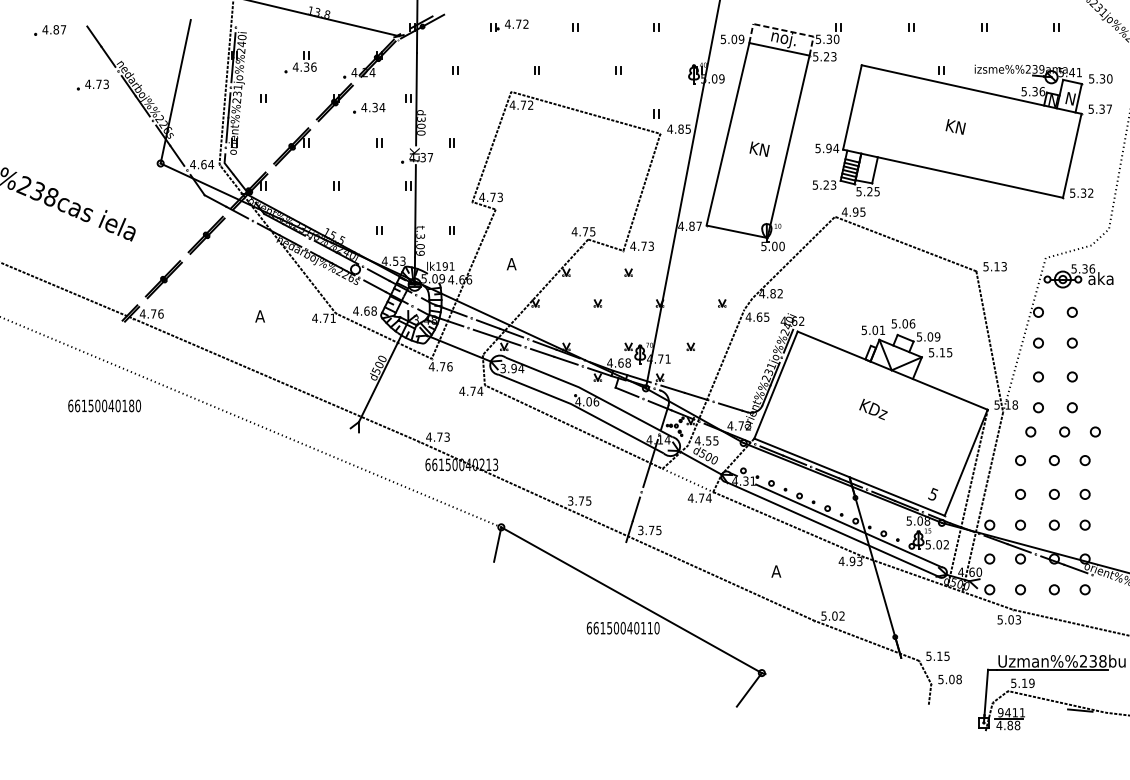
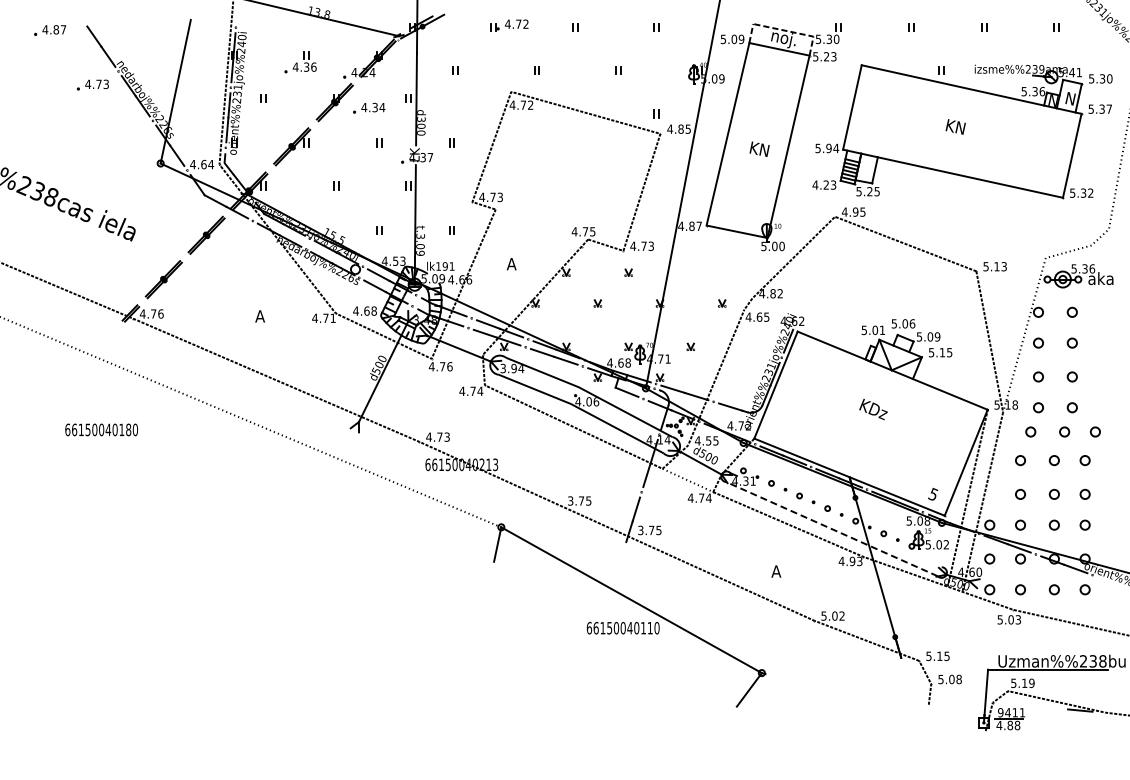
text at (815, 184): 5.23 -> 4.23
text at (104, 405) position: (104, 405) -> (101, 429)
line at (848, 525): present -> none
line at (832, 529): solid -> dashed
